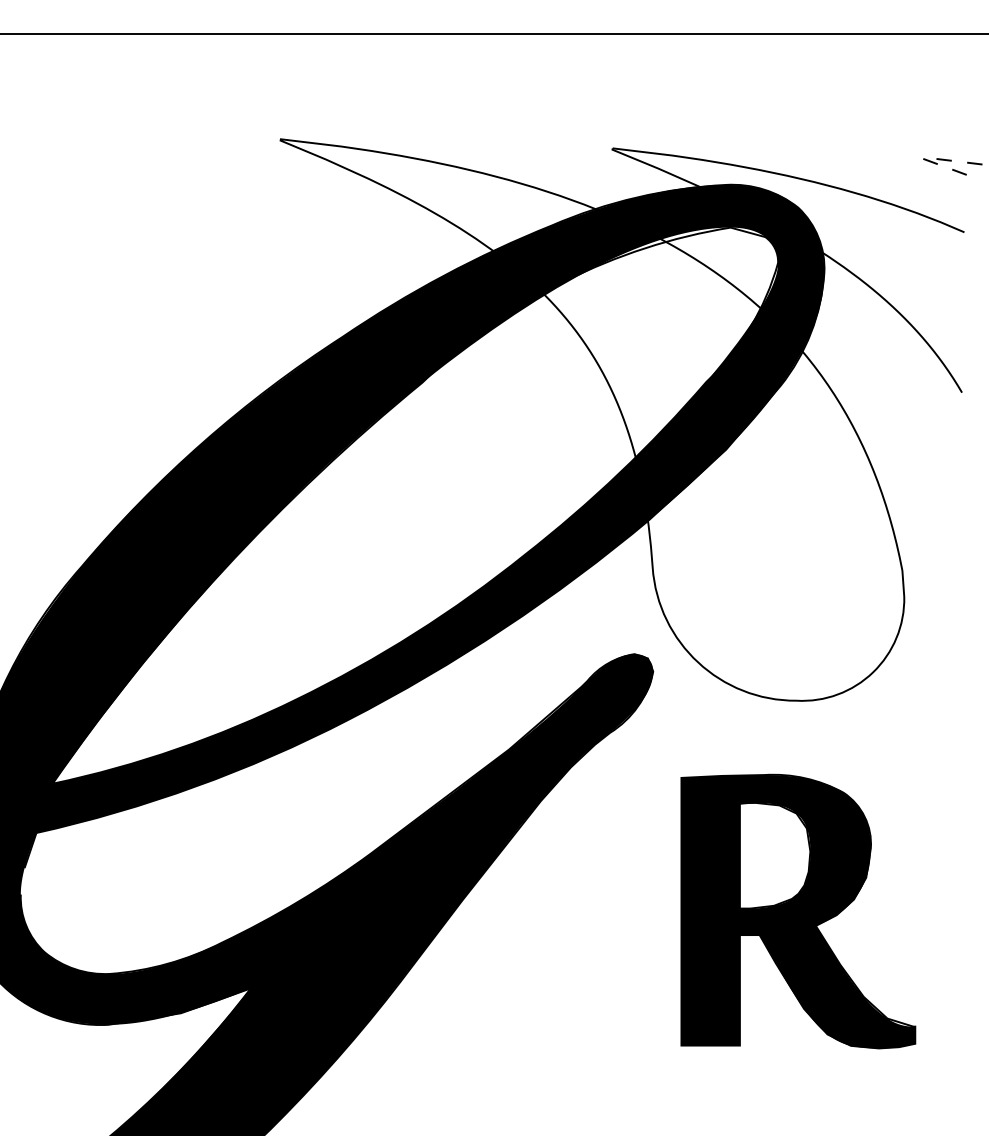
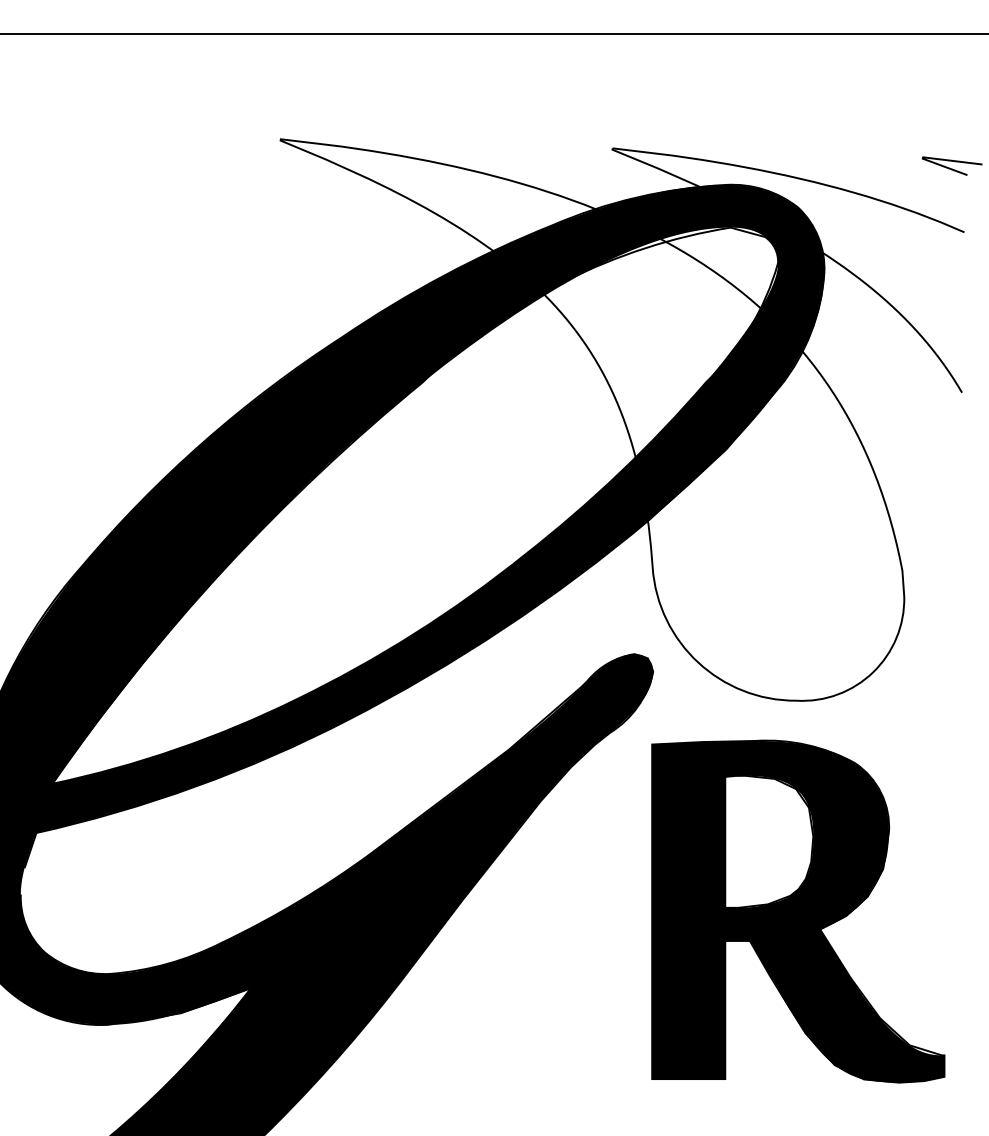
line at (927, 157): dashed -> solid
part at (798, 911) size: 237x277 px -> 295x345 px
